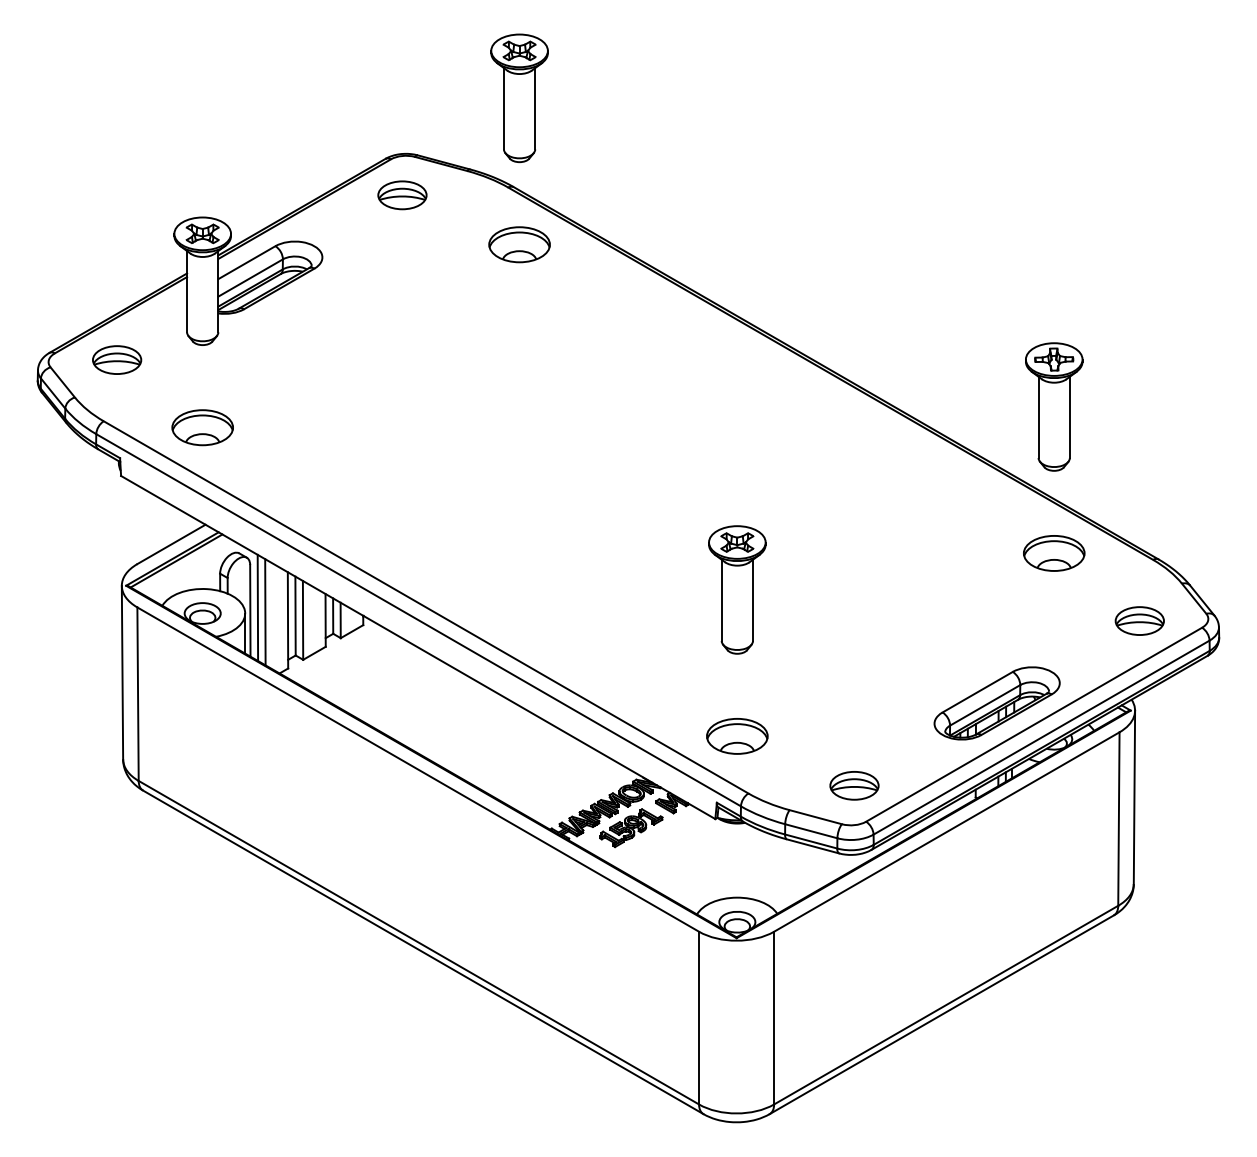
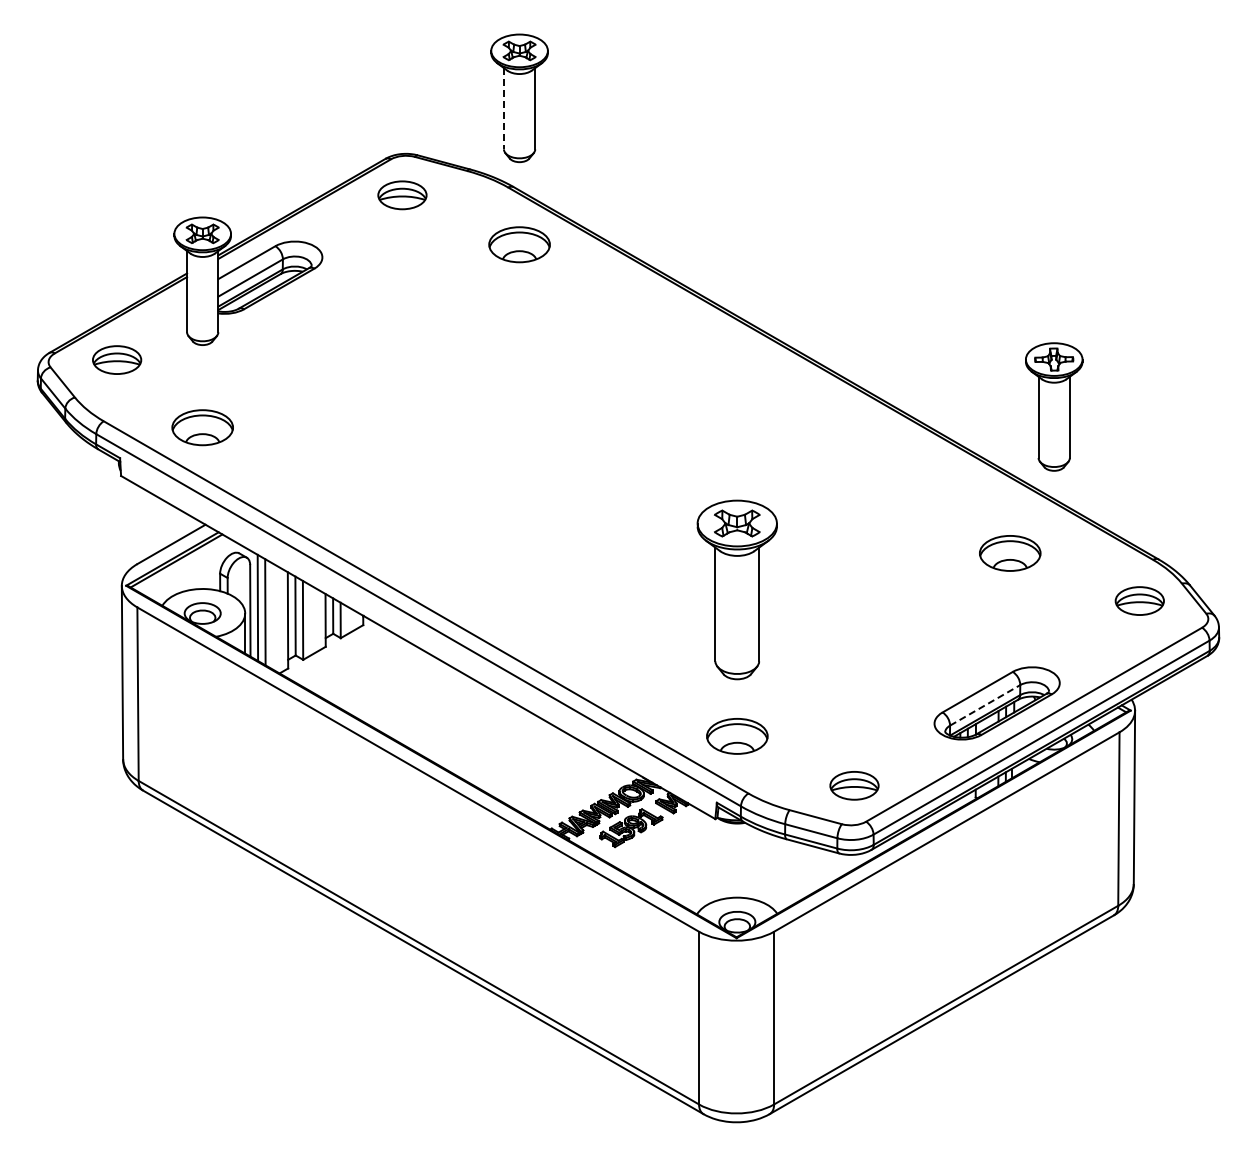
line at (503, 108): solid -> dashed
part at (1054, 553) position: (1054, 553) -> (1010, 553)
part at (737, 589) size: 59x130 px -> 82x182 px
part at (1139, 620) position: (1139, 620) -> (1139, 600)
line at (985, 705): solid -> dashed
